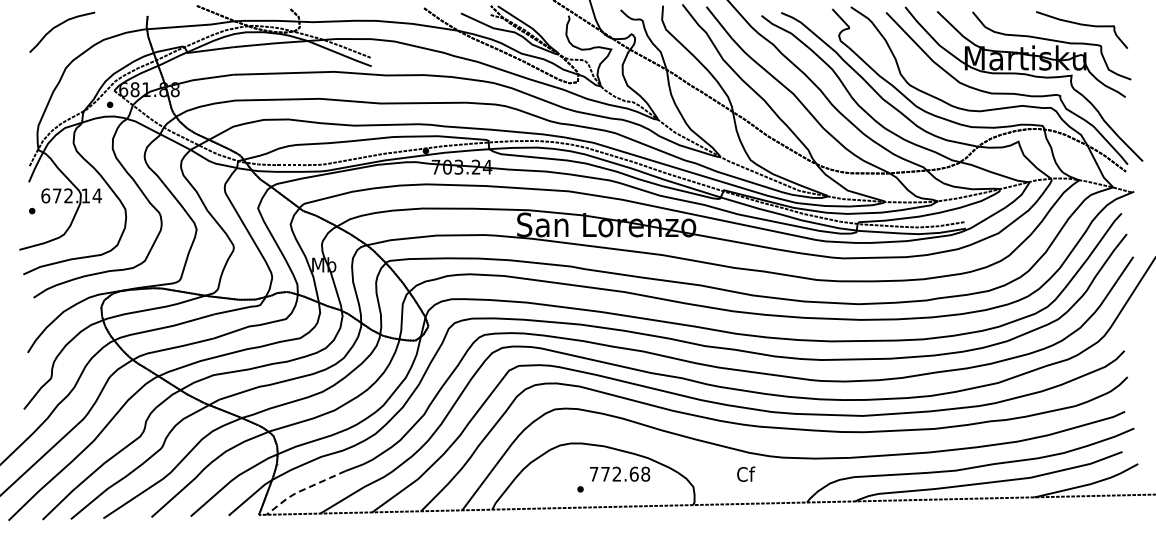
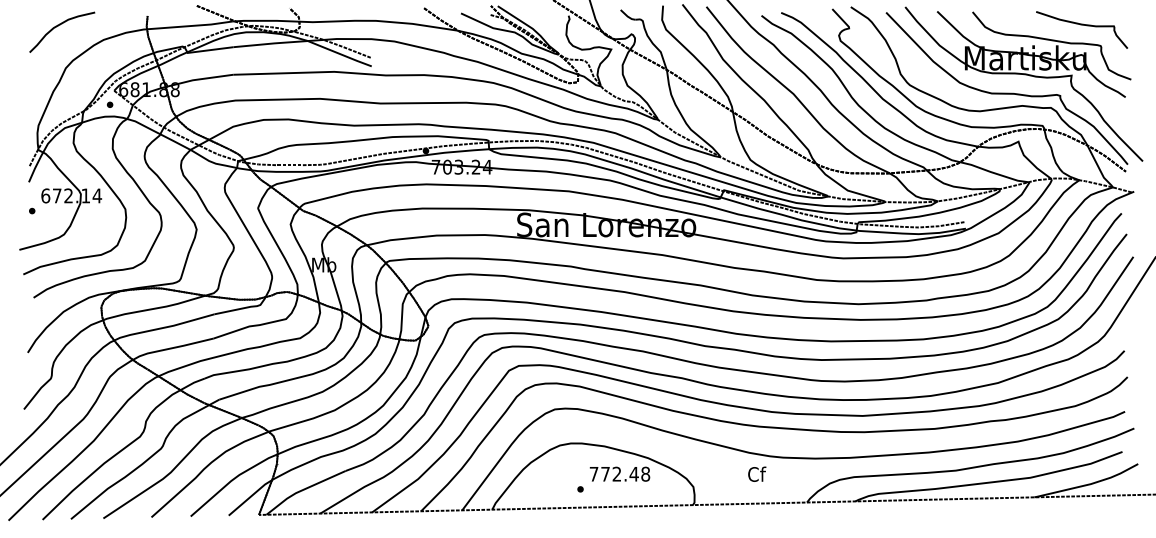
text at (633, 473): 772.68 -> 772.48
text at (746, 473) position: (746, 473) -> (757, 473)
line at (302, 490): dashed -> solid
